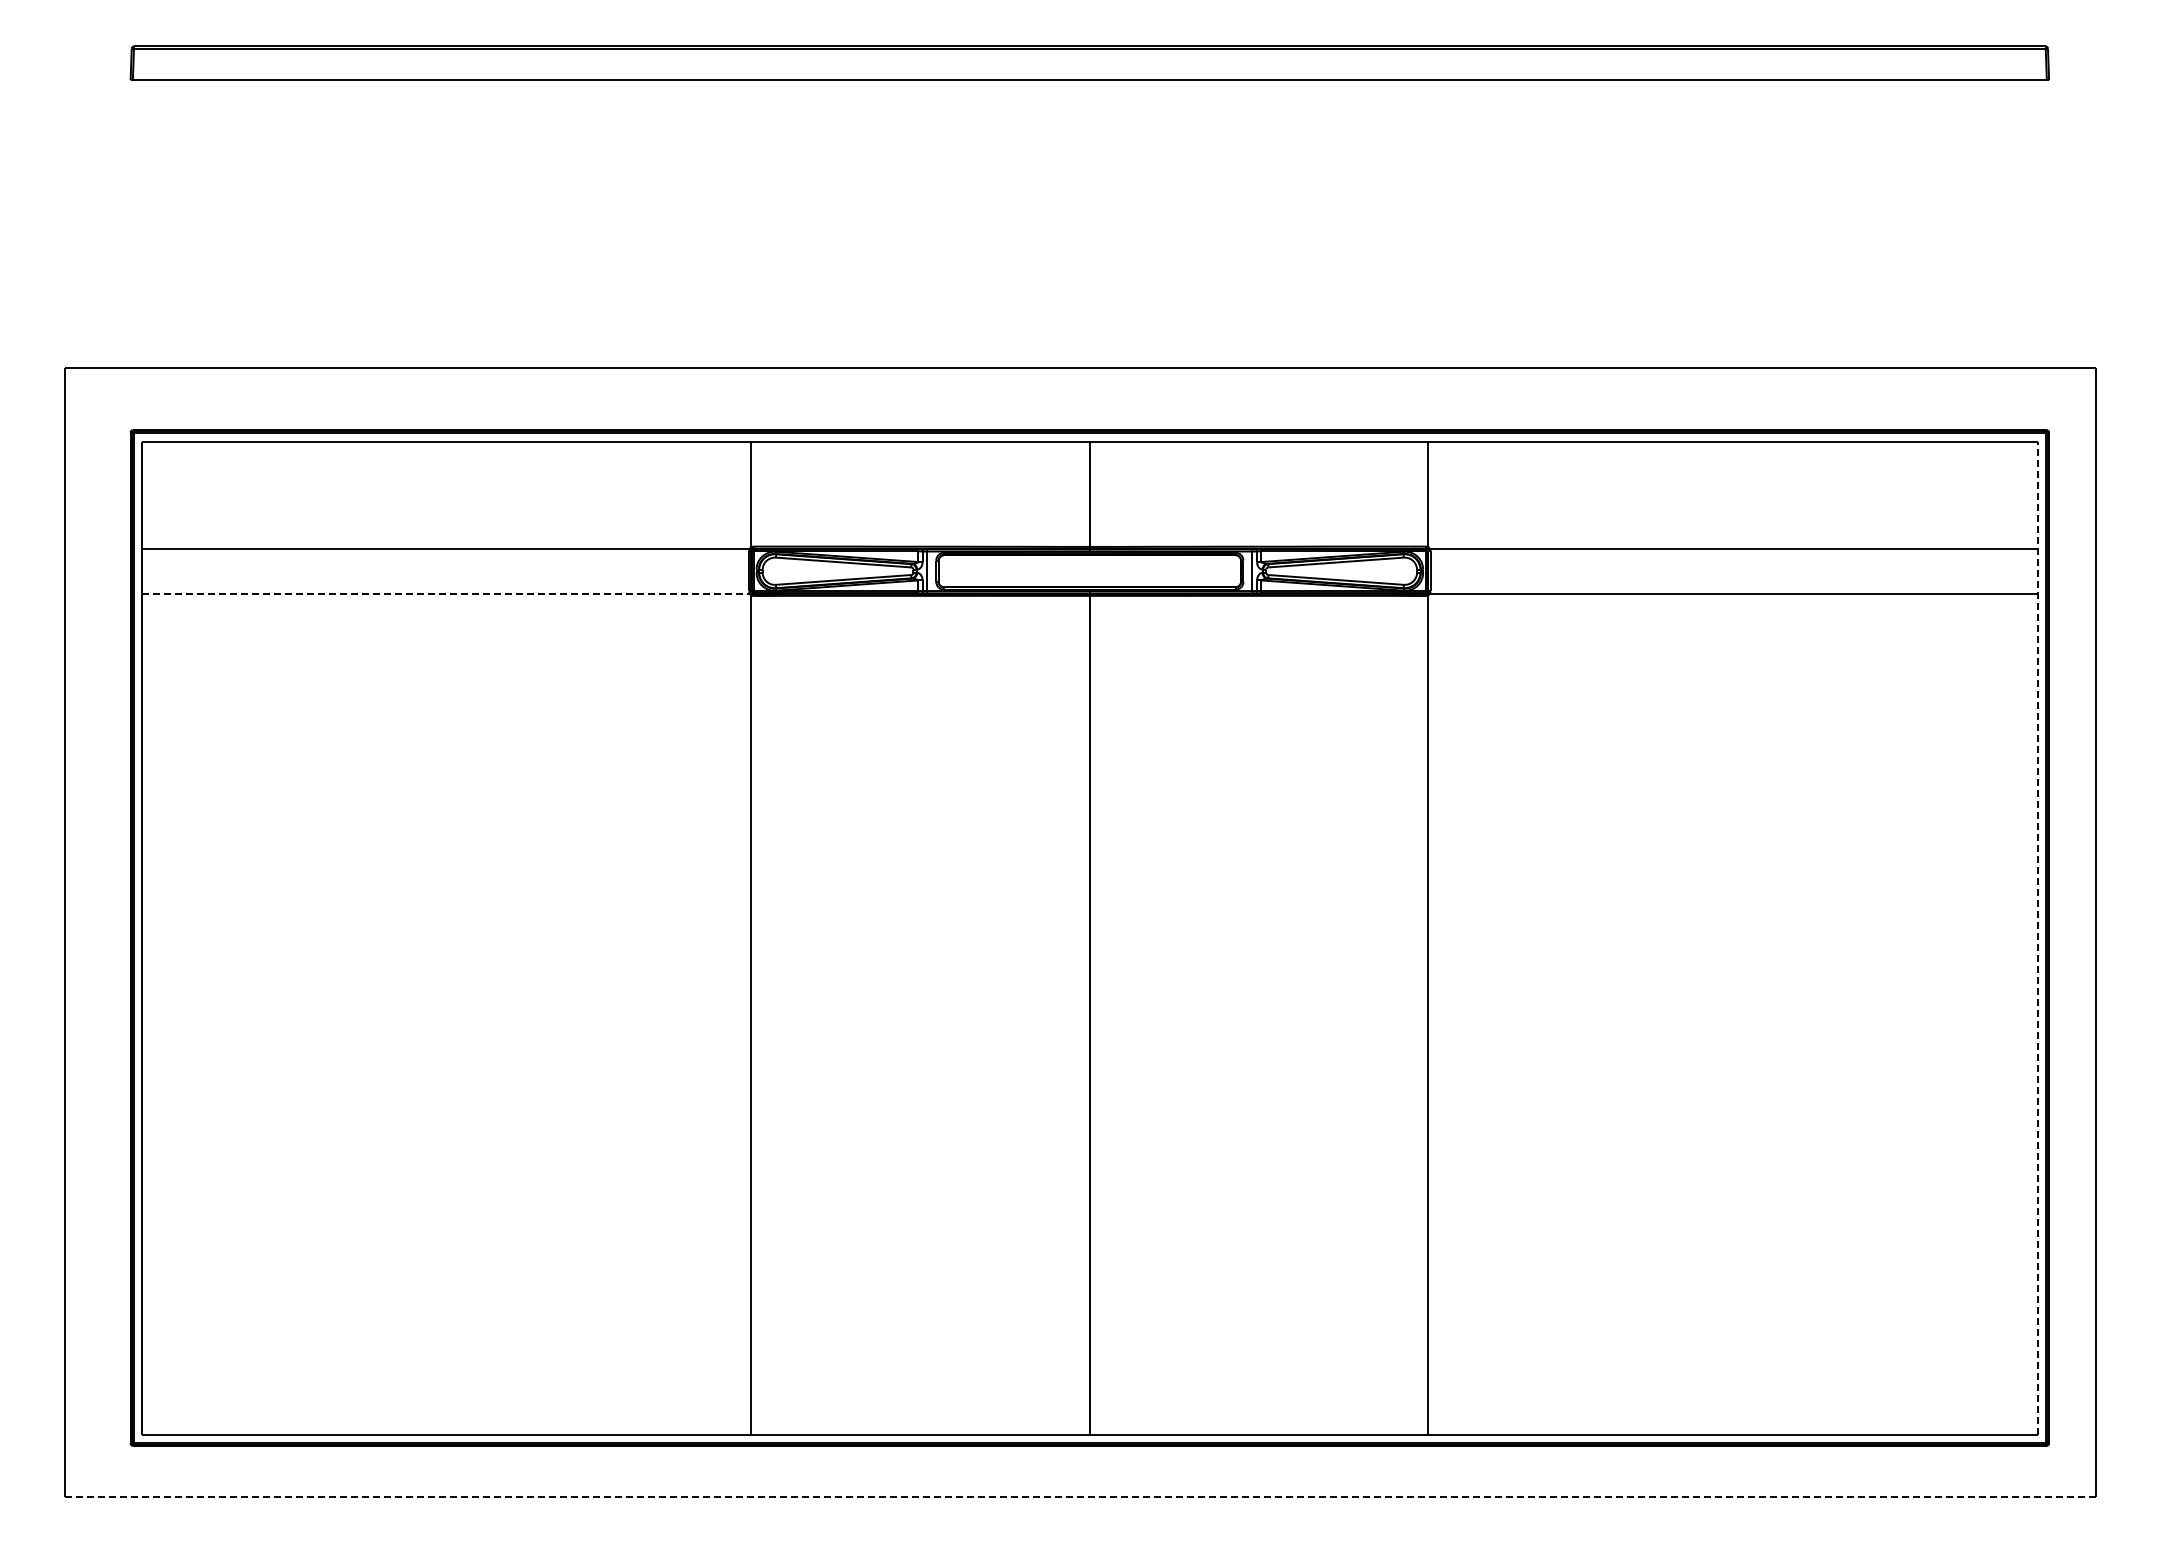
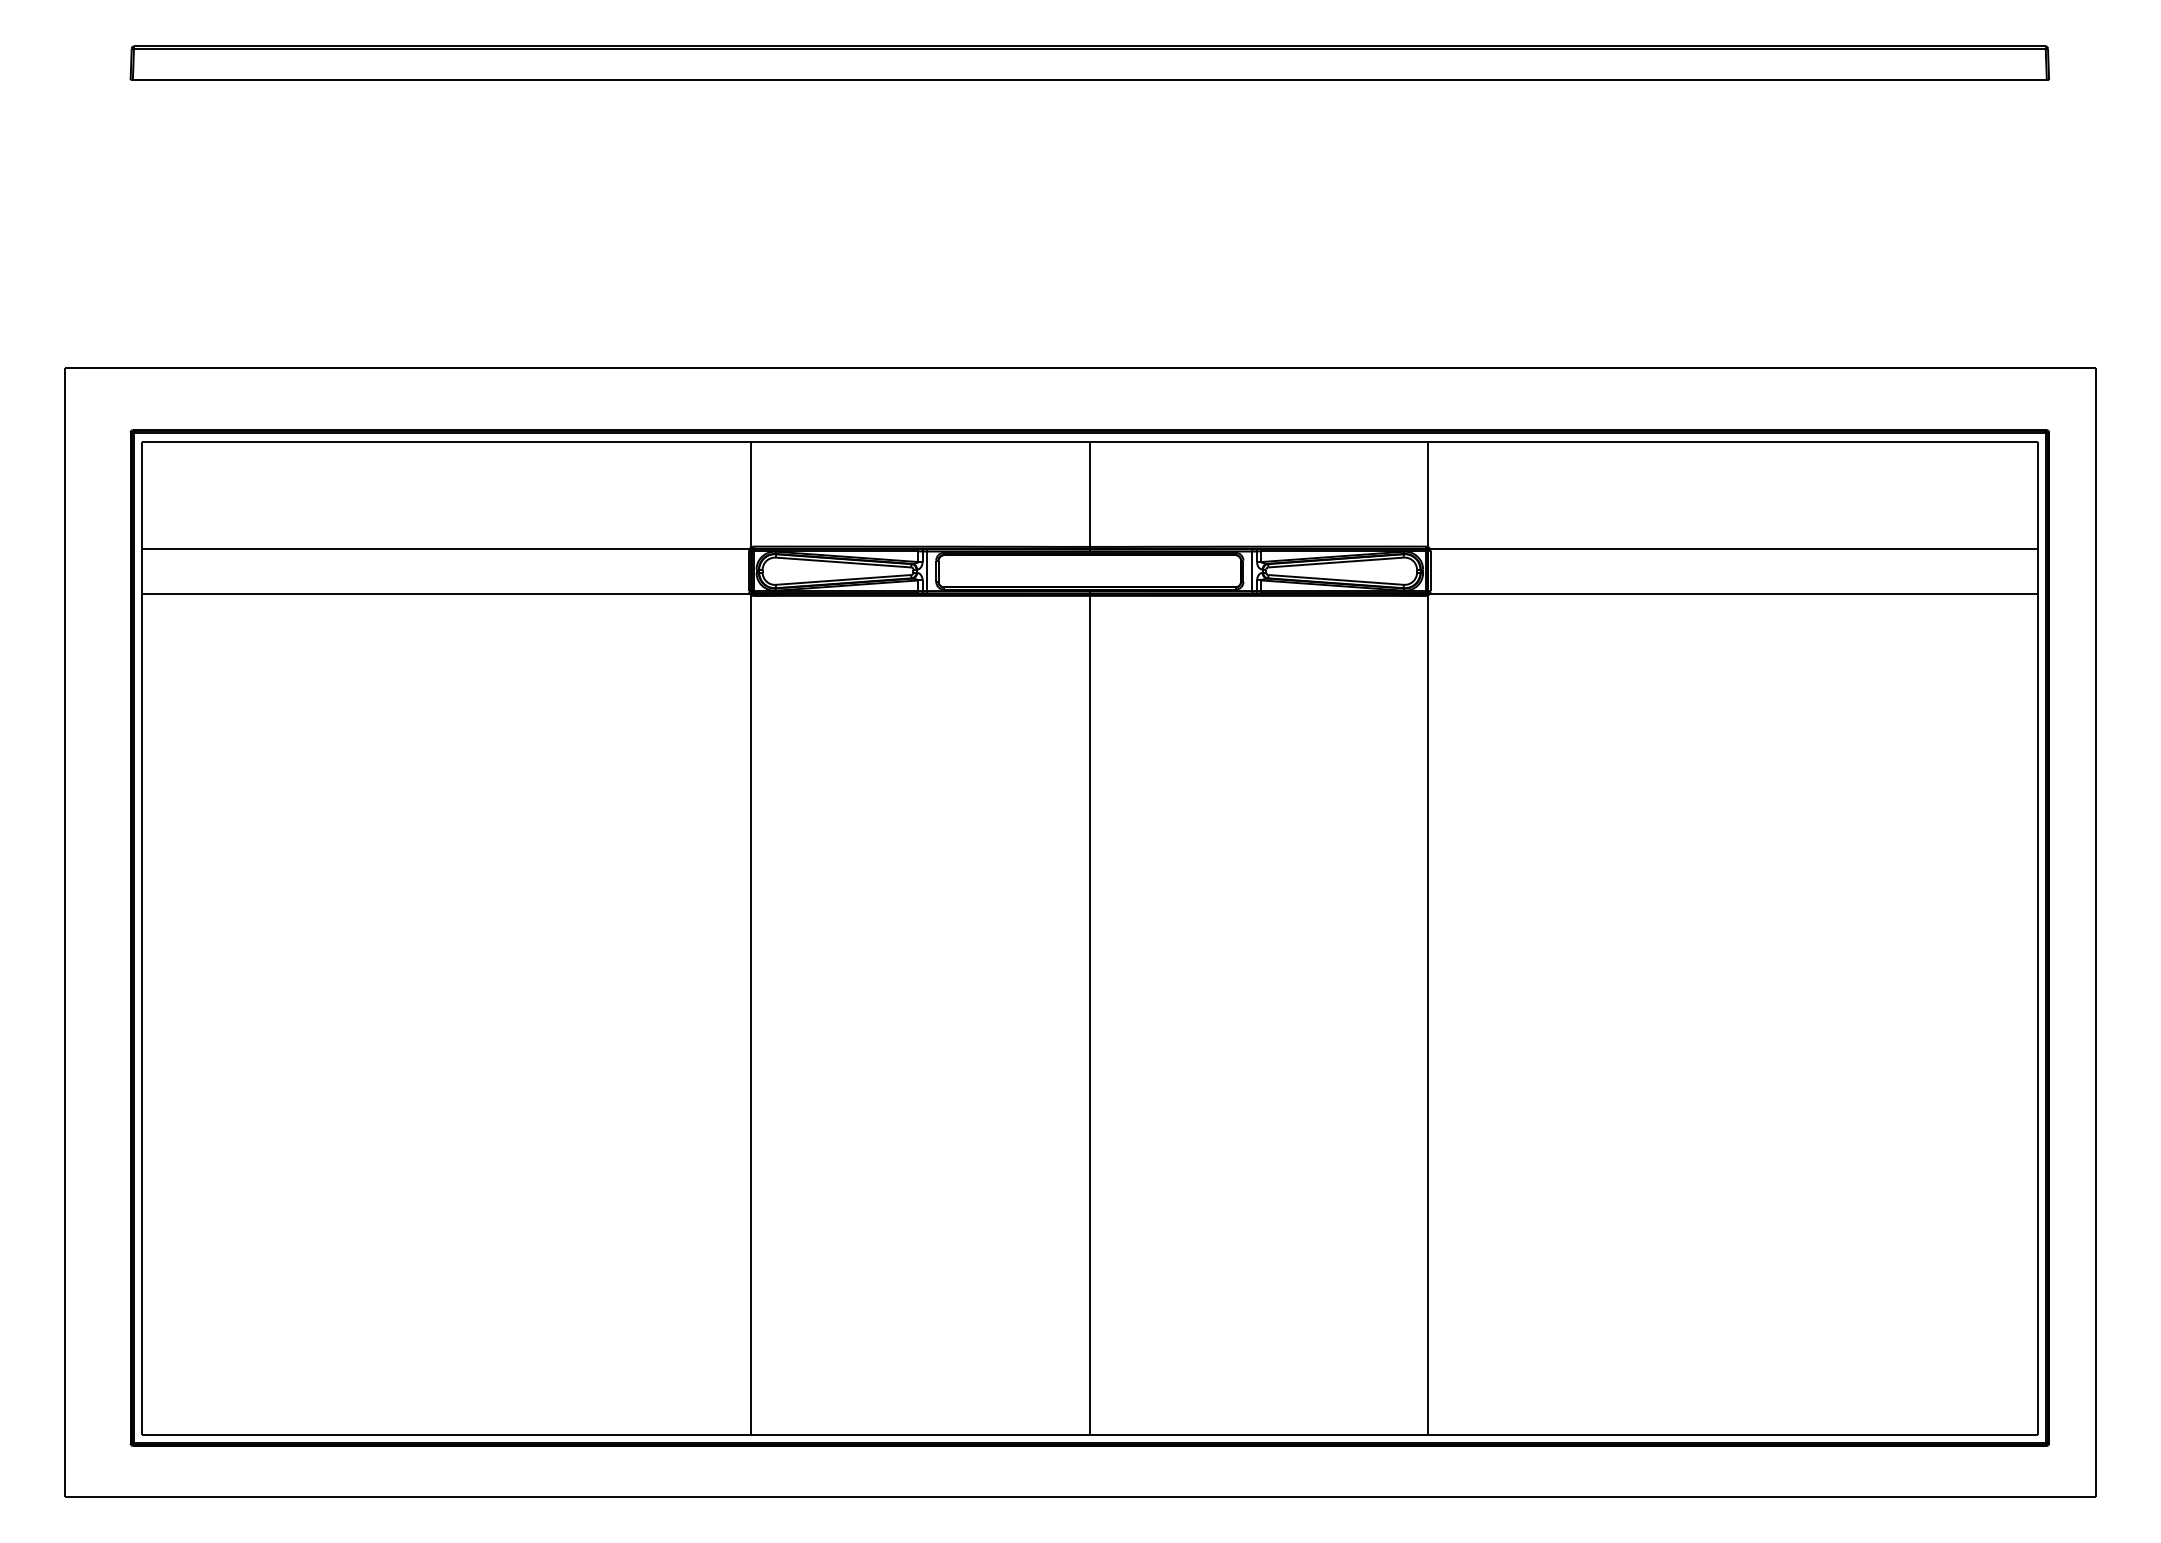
line at (445, 593): dashed -> solid
line at (2037, 938): dashed -> solid
line at (1080, 1496): dashed -> solid
